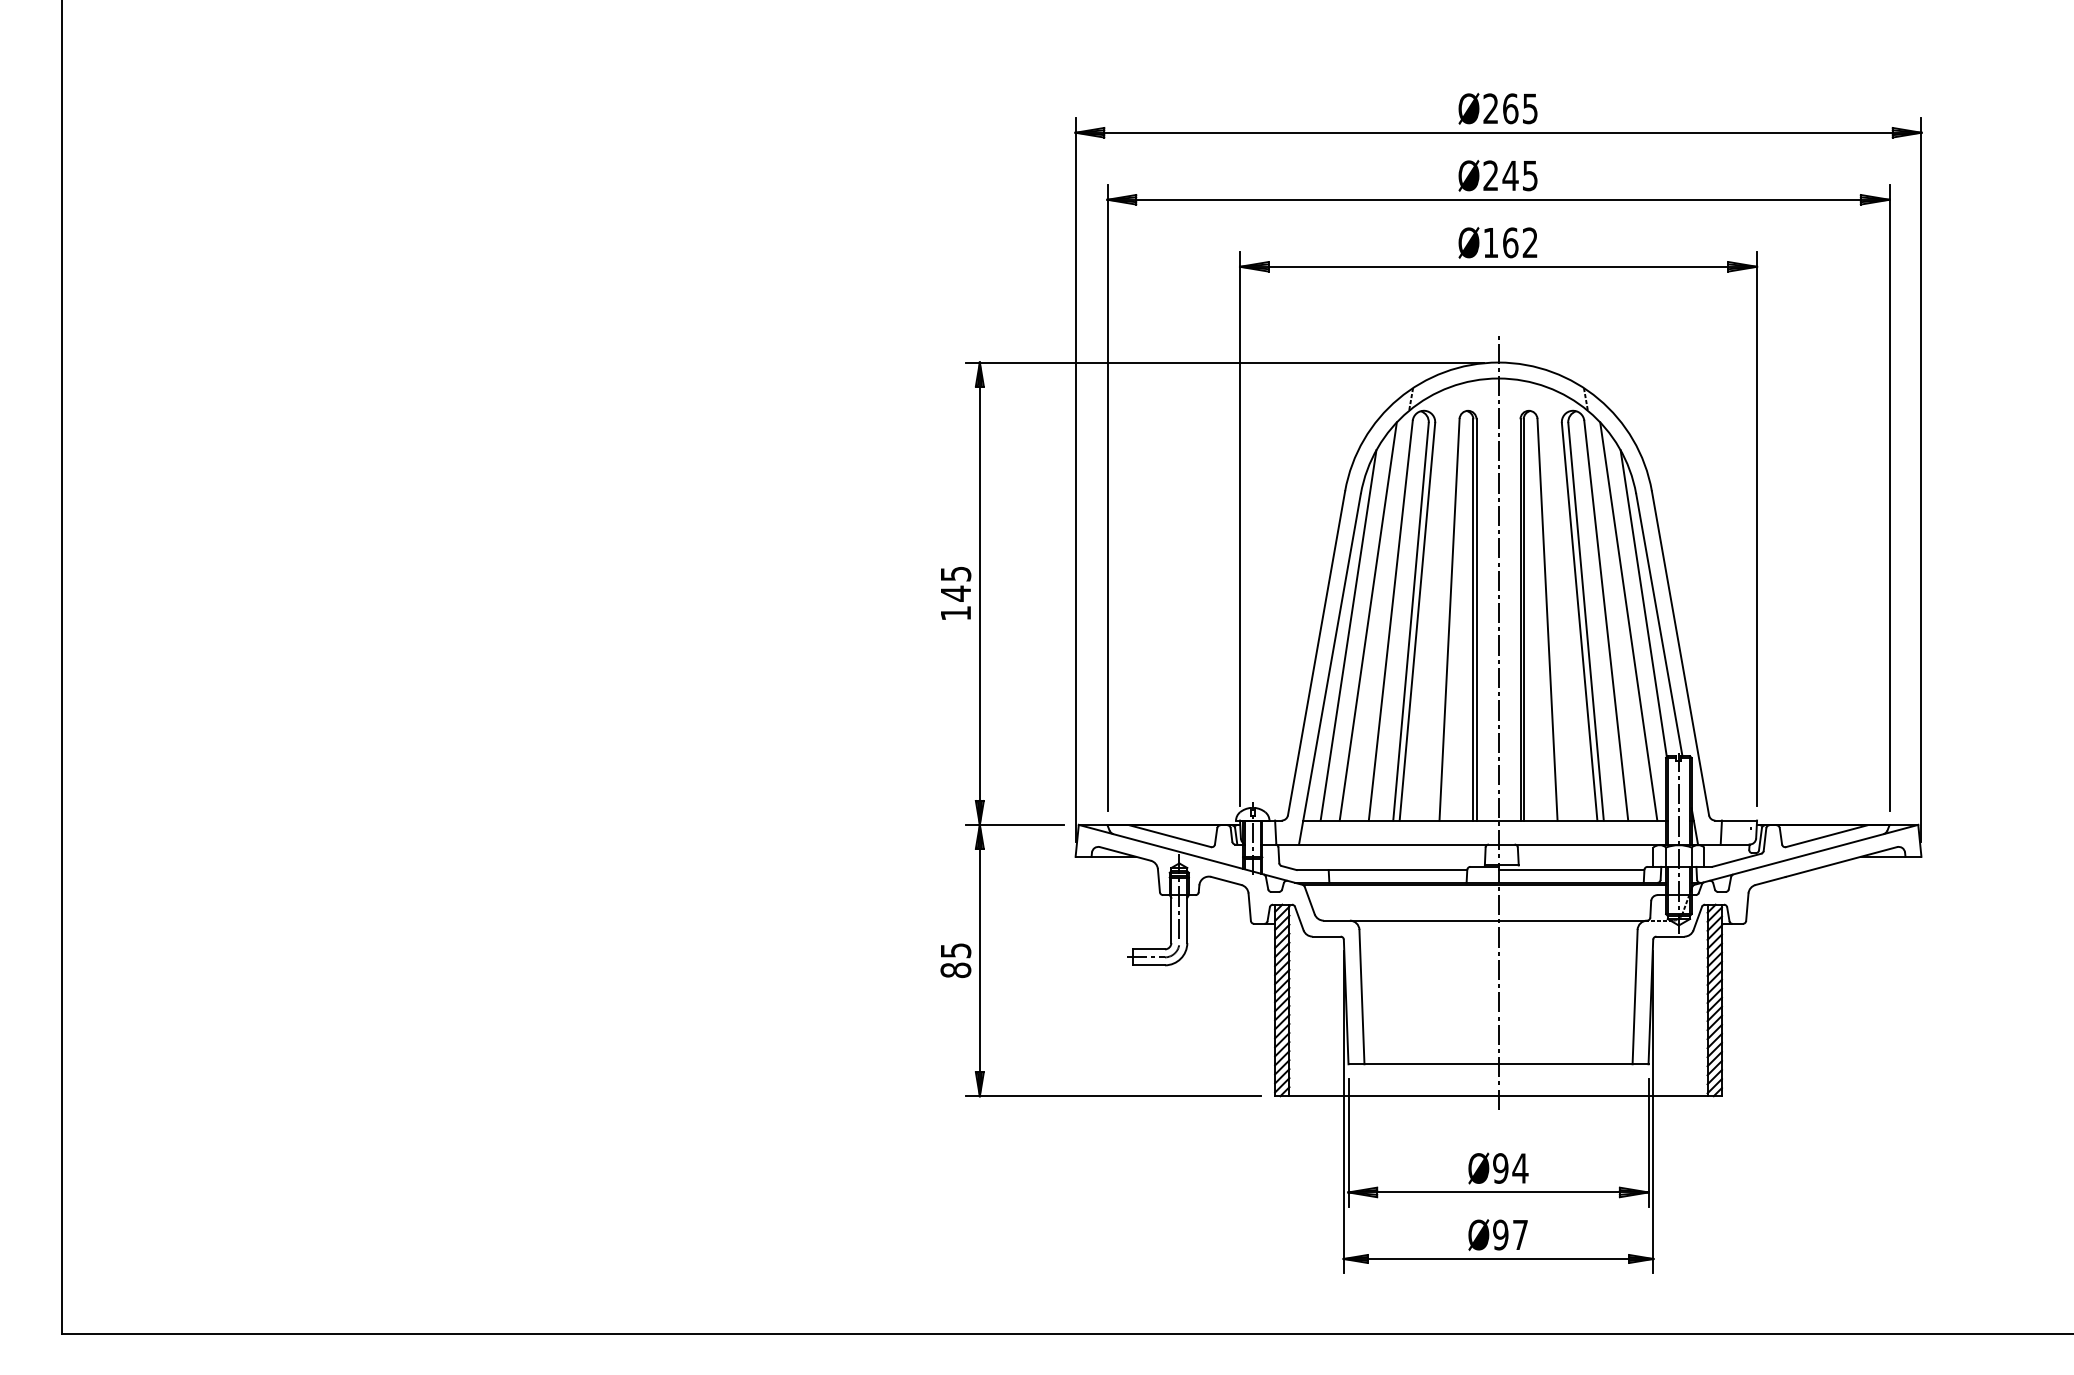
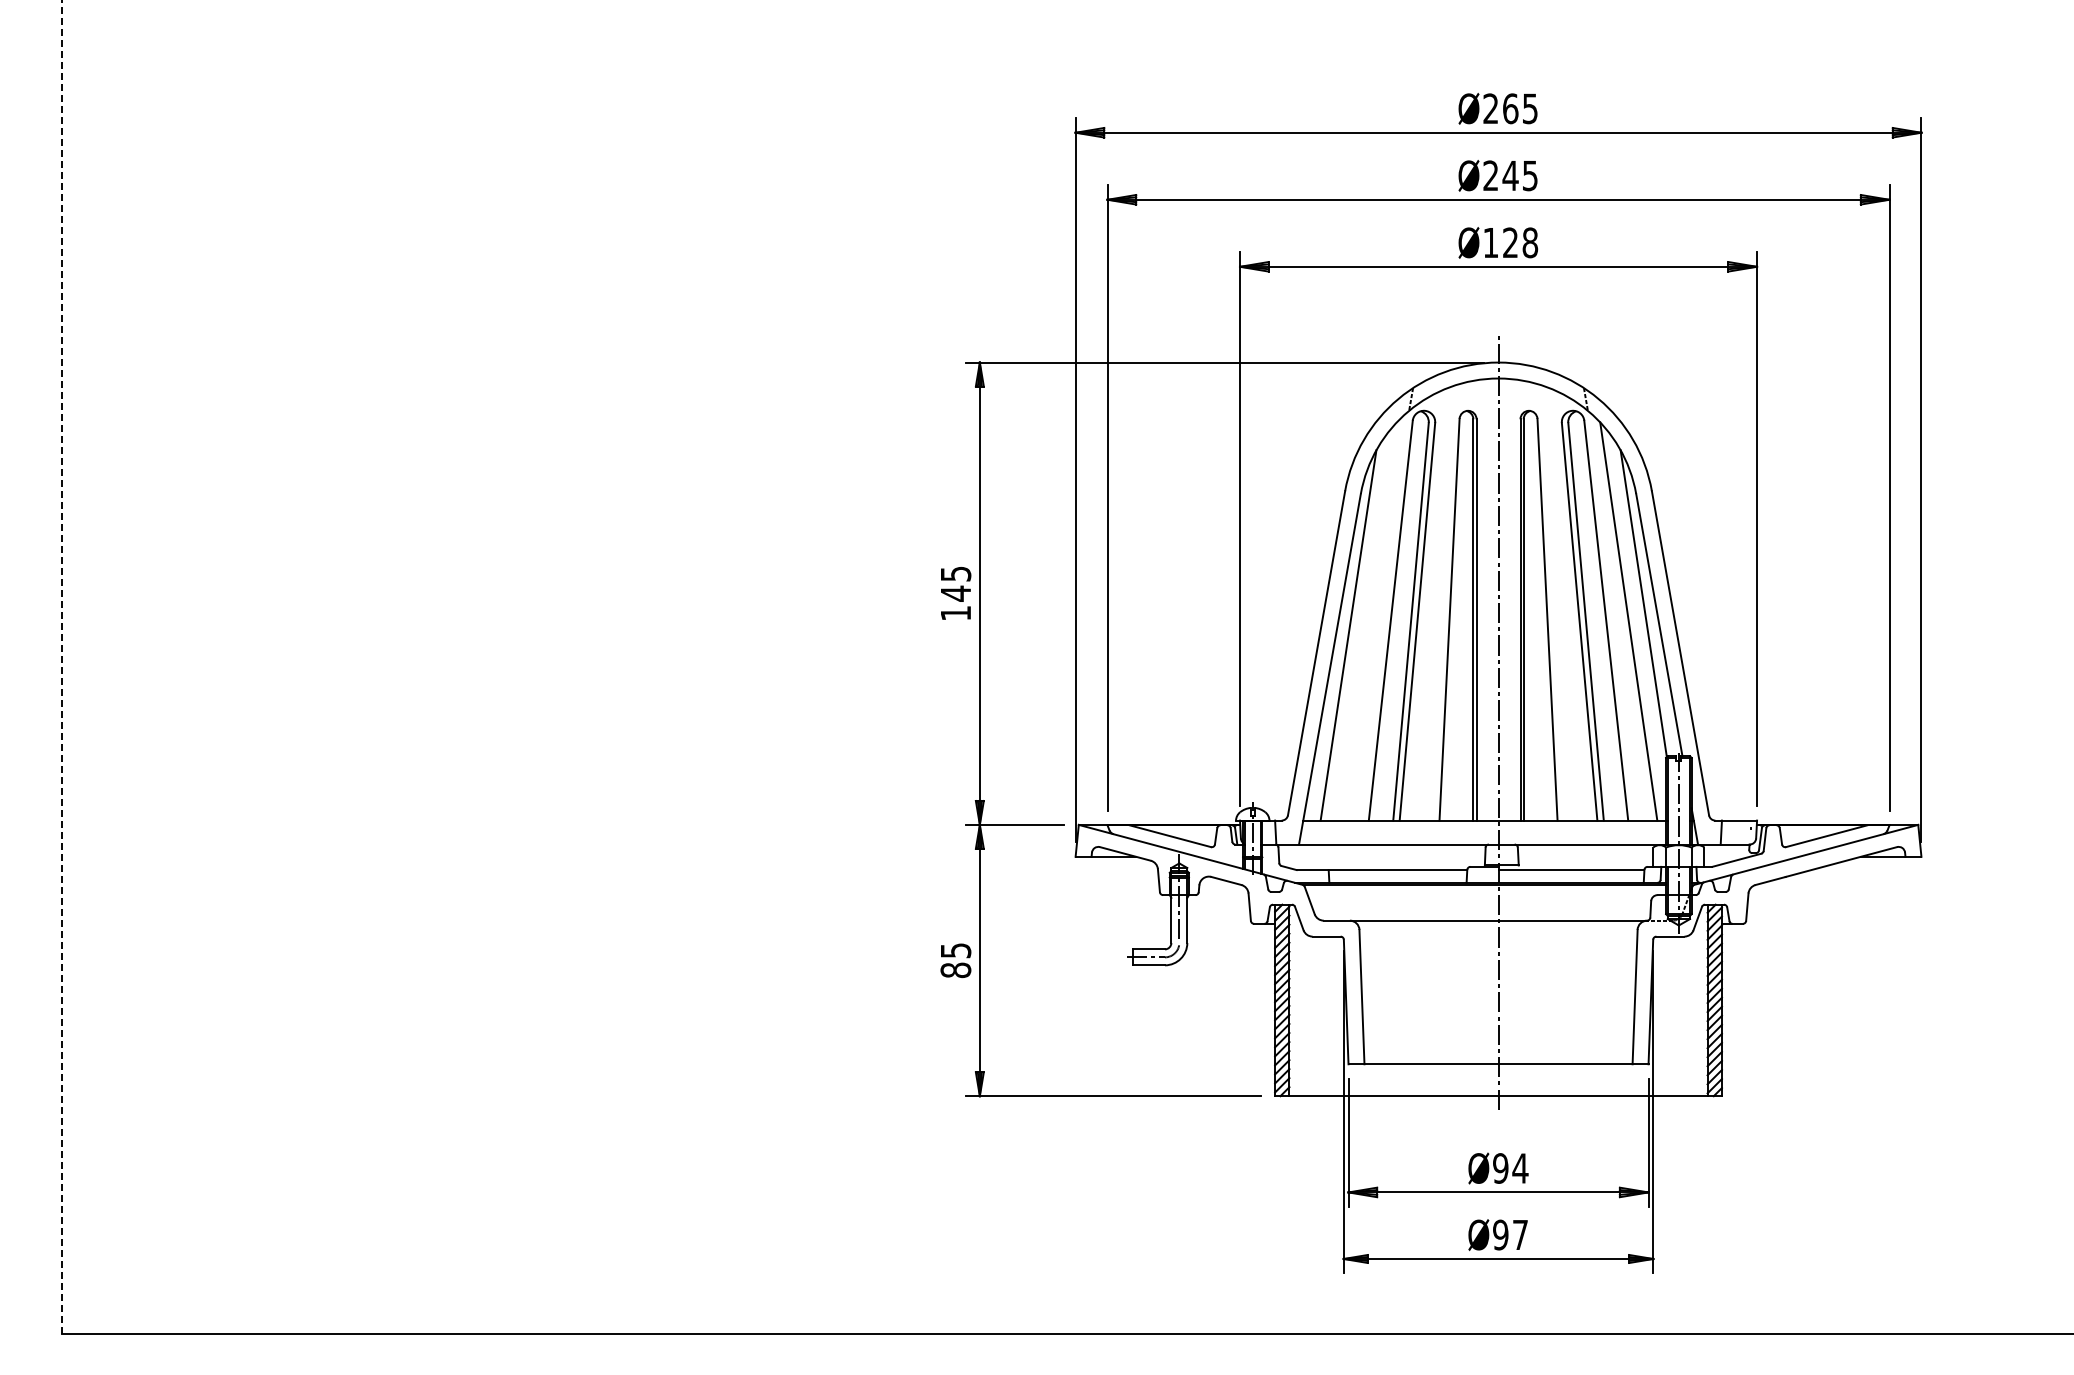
text at (1520, 242): Ø162 -> Ø128
line at (1367, 621): present -> none
line at (62, 667): solid -> dashed
